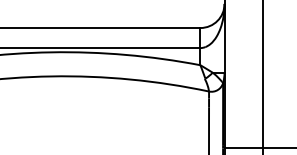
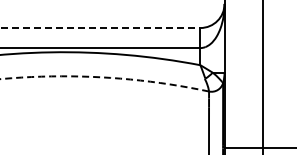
line at (100, 28): solid -> dashed
arc at (104, 77): solid -> dashed
